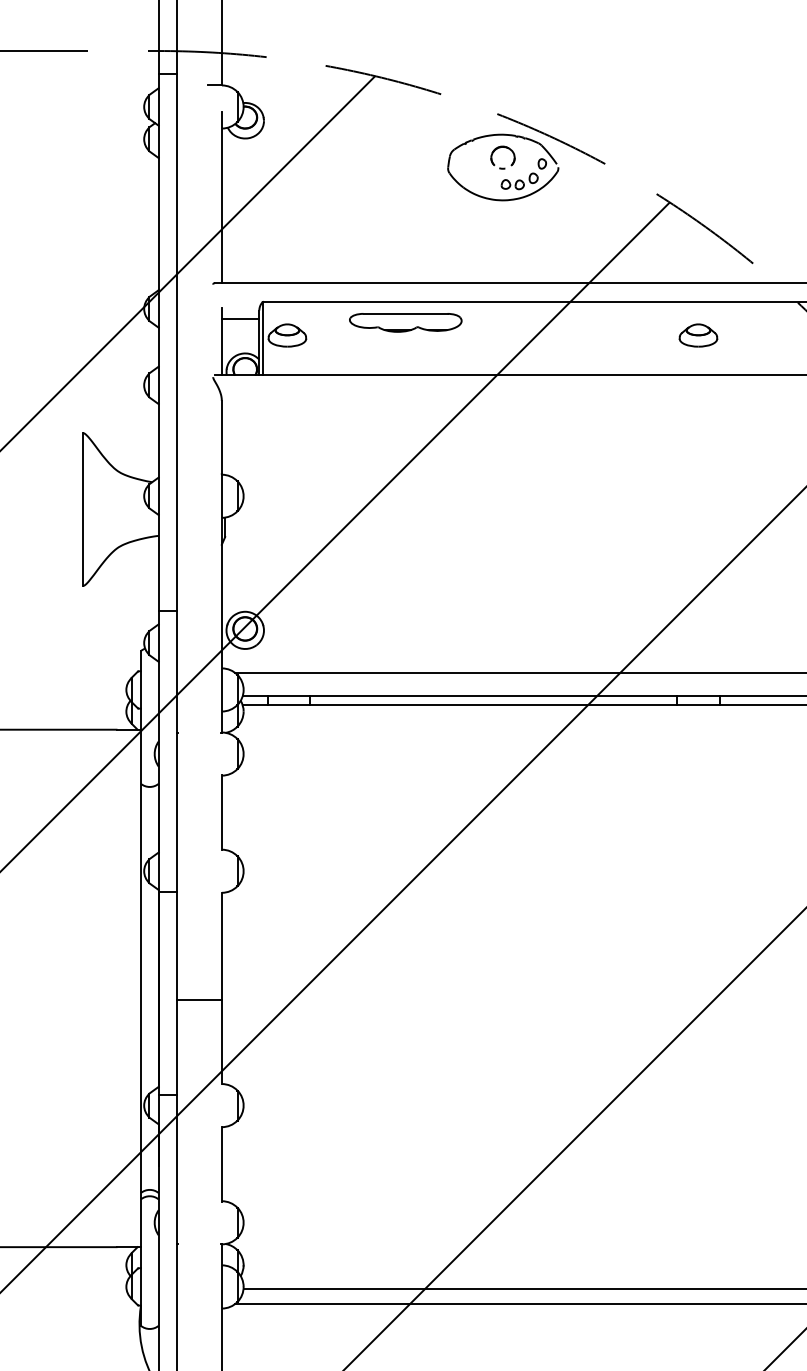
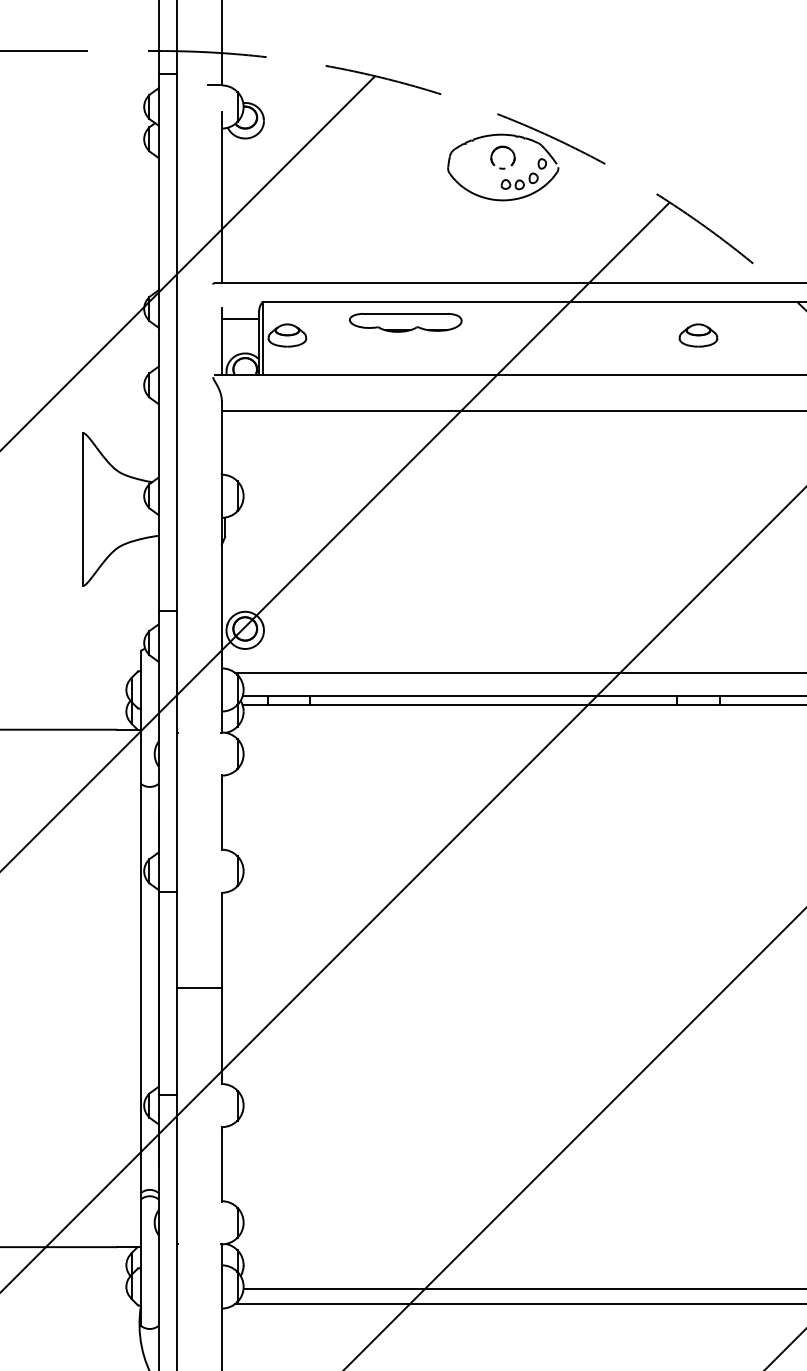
line at (512, 411): none -> present
line at (198, 1000) position: (198, 1000) -> (198, 988)
